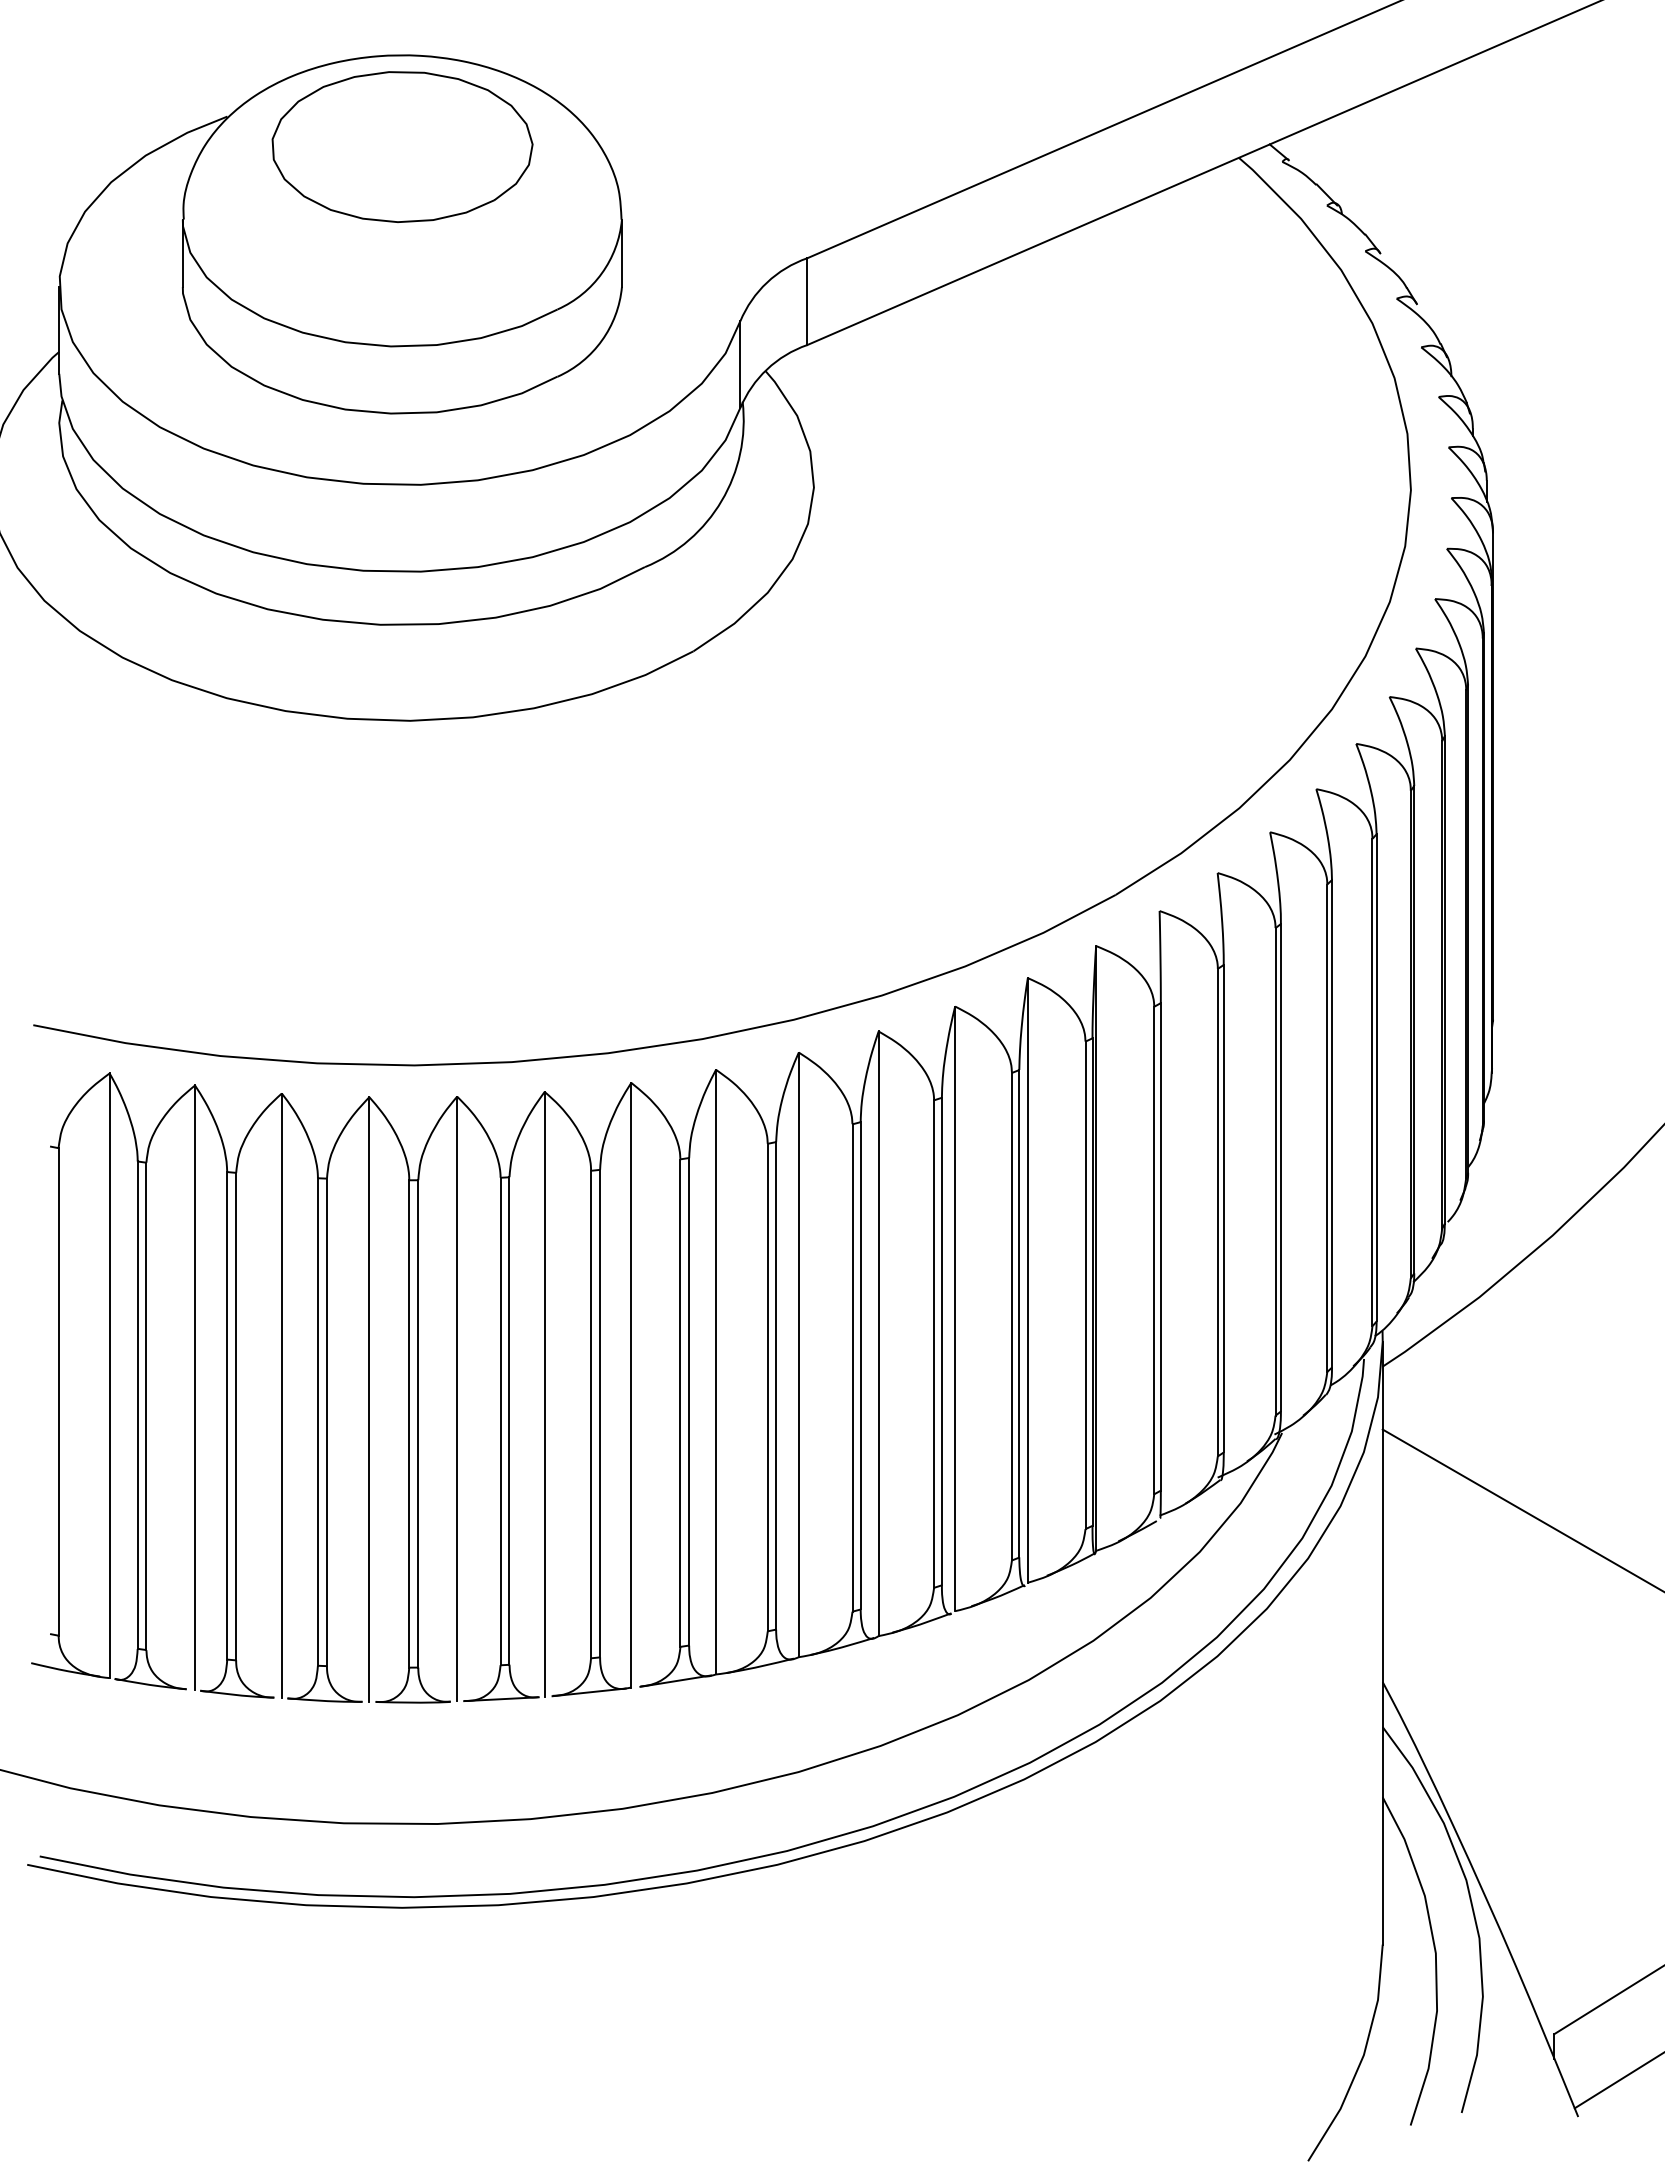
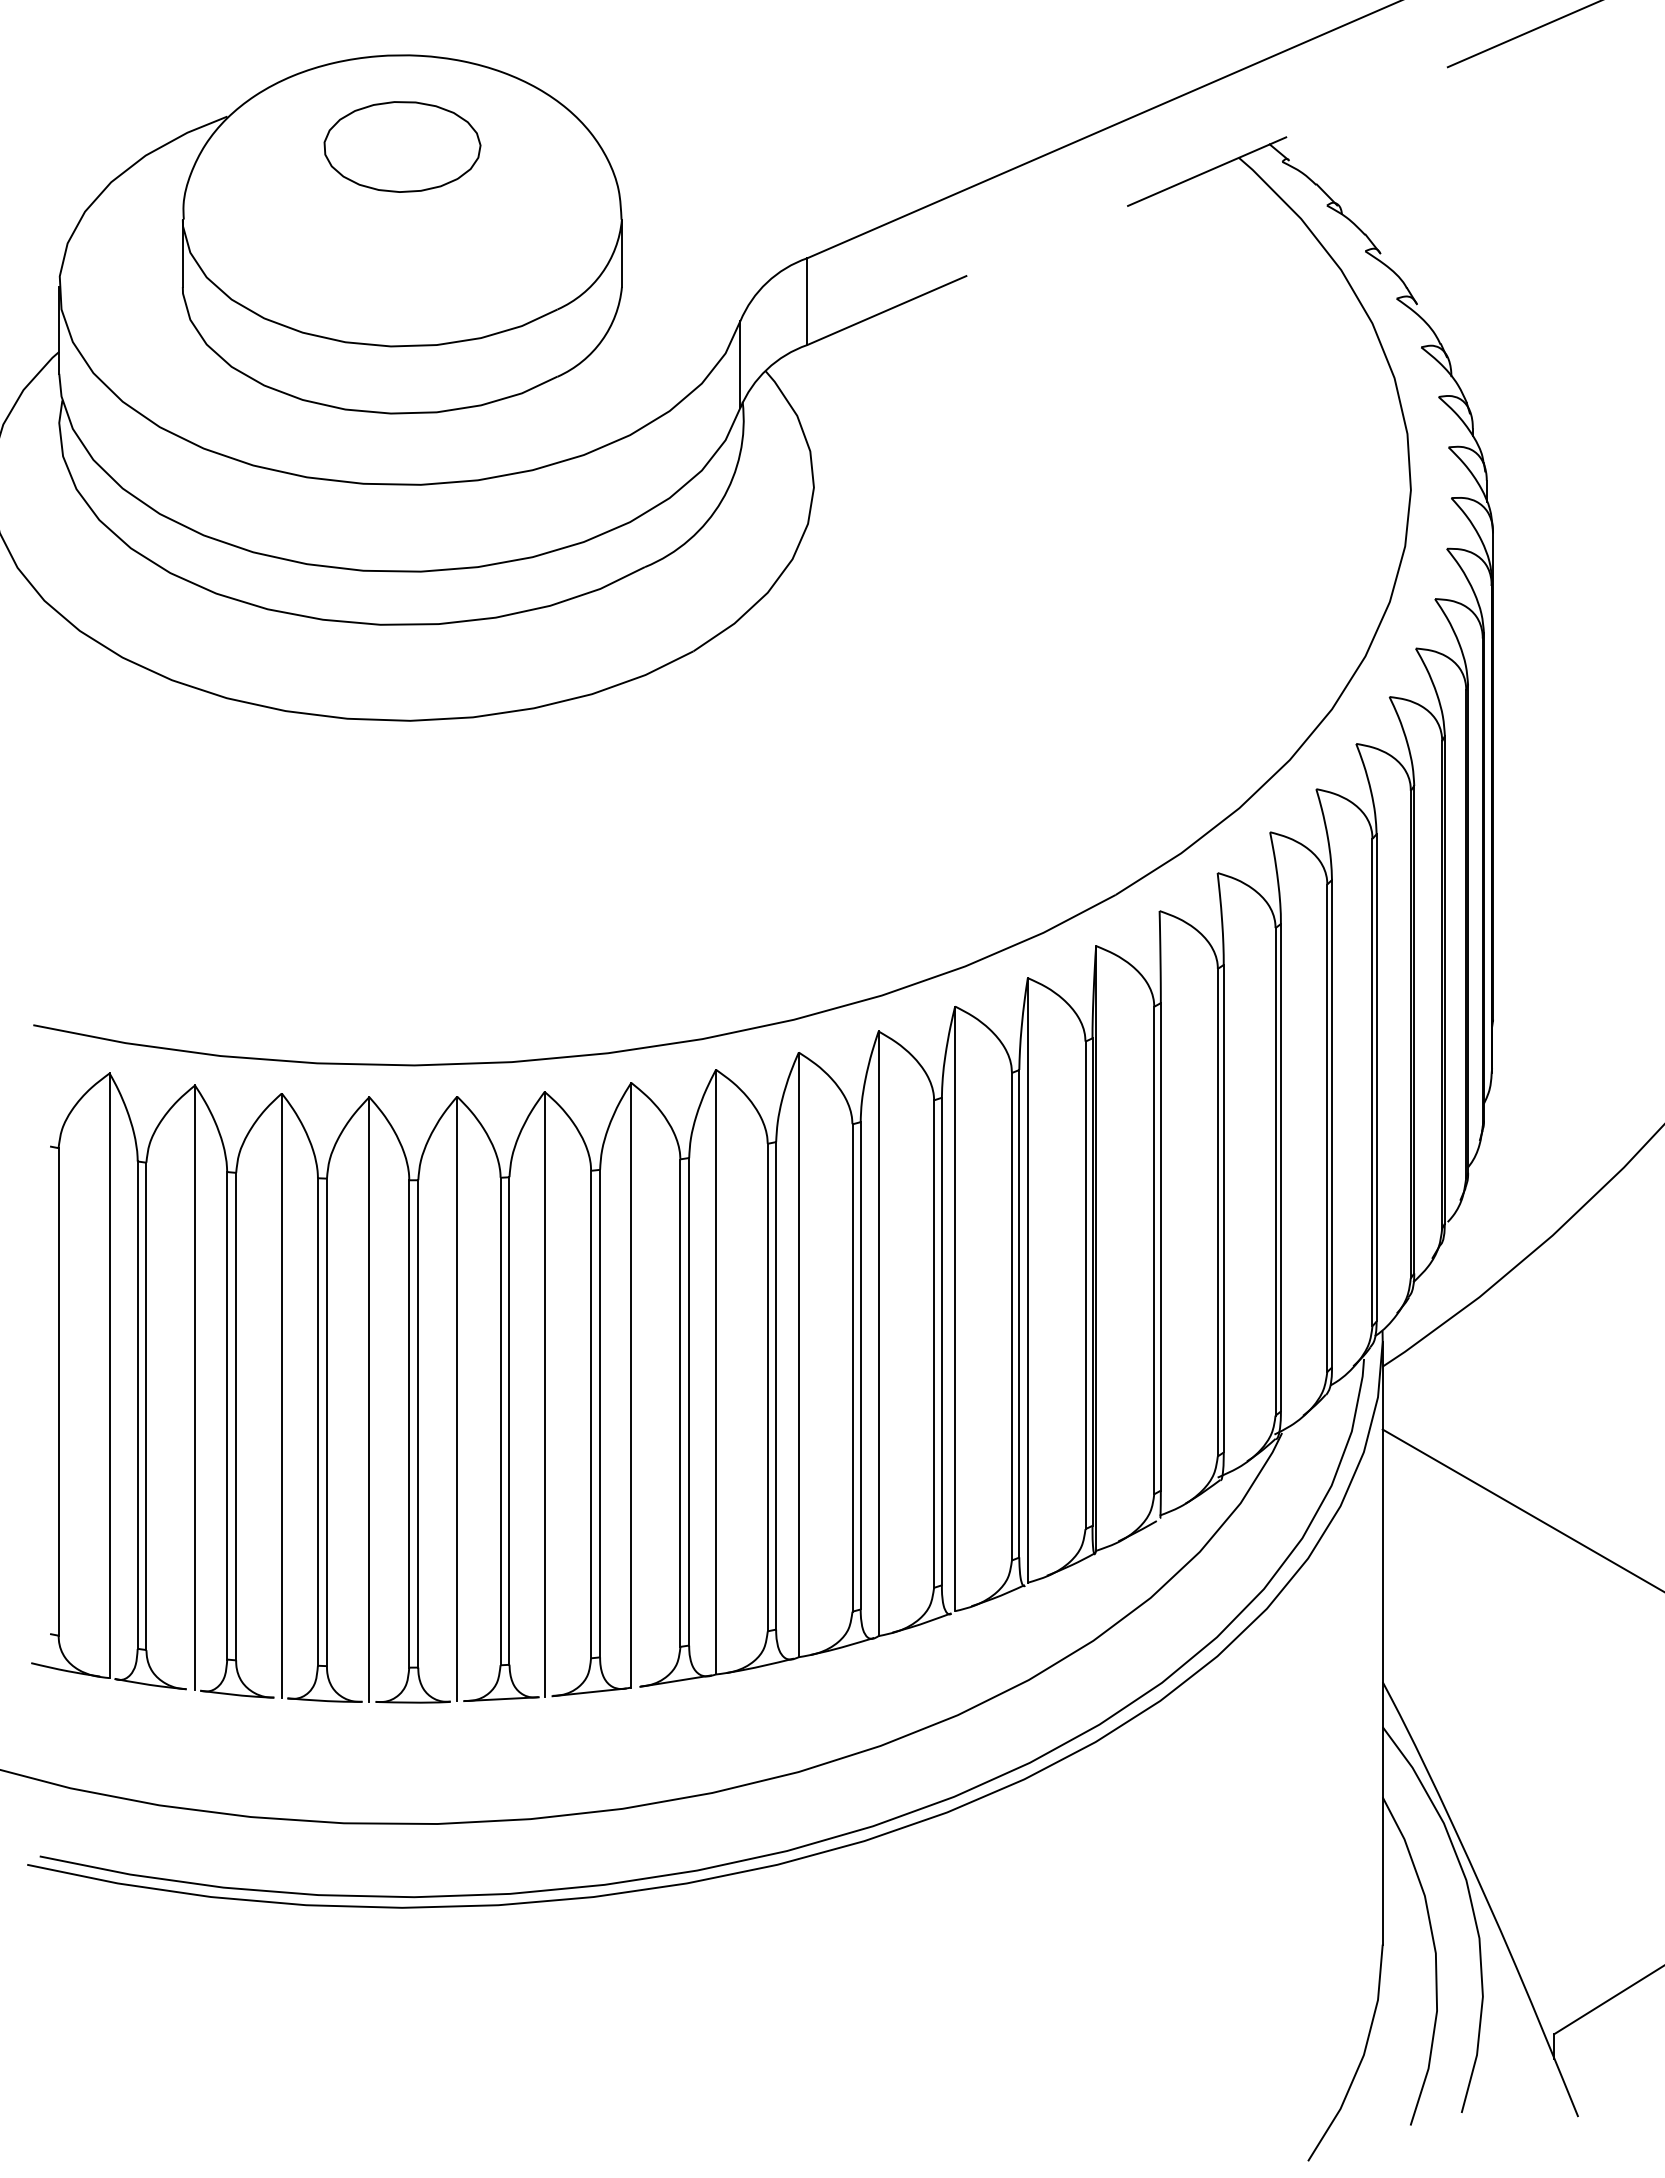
part at (402, 146) size: 263x152 px -> 159x92 px
line at (1205, 172): solid -> dashed
line at (1617, 2081): present -> none
